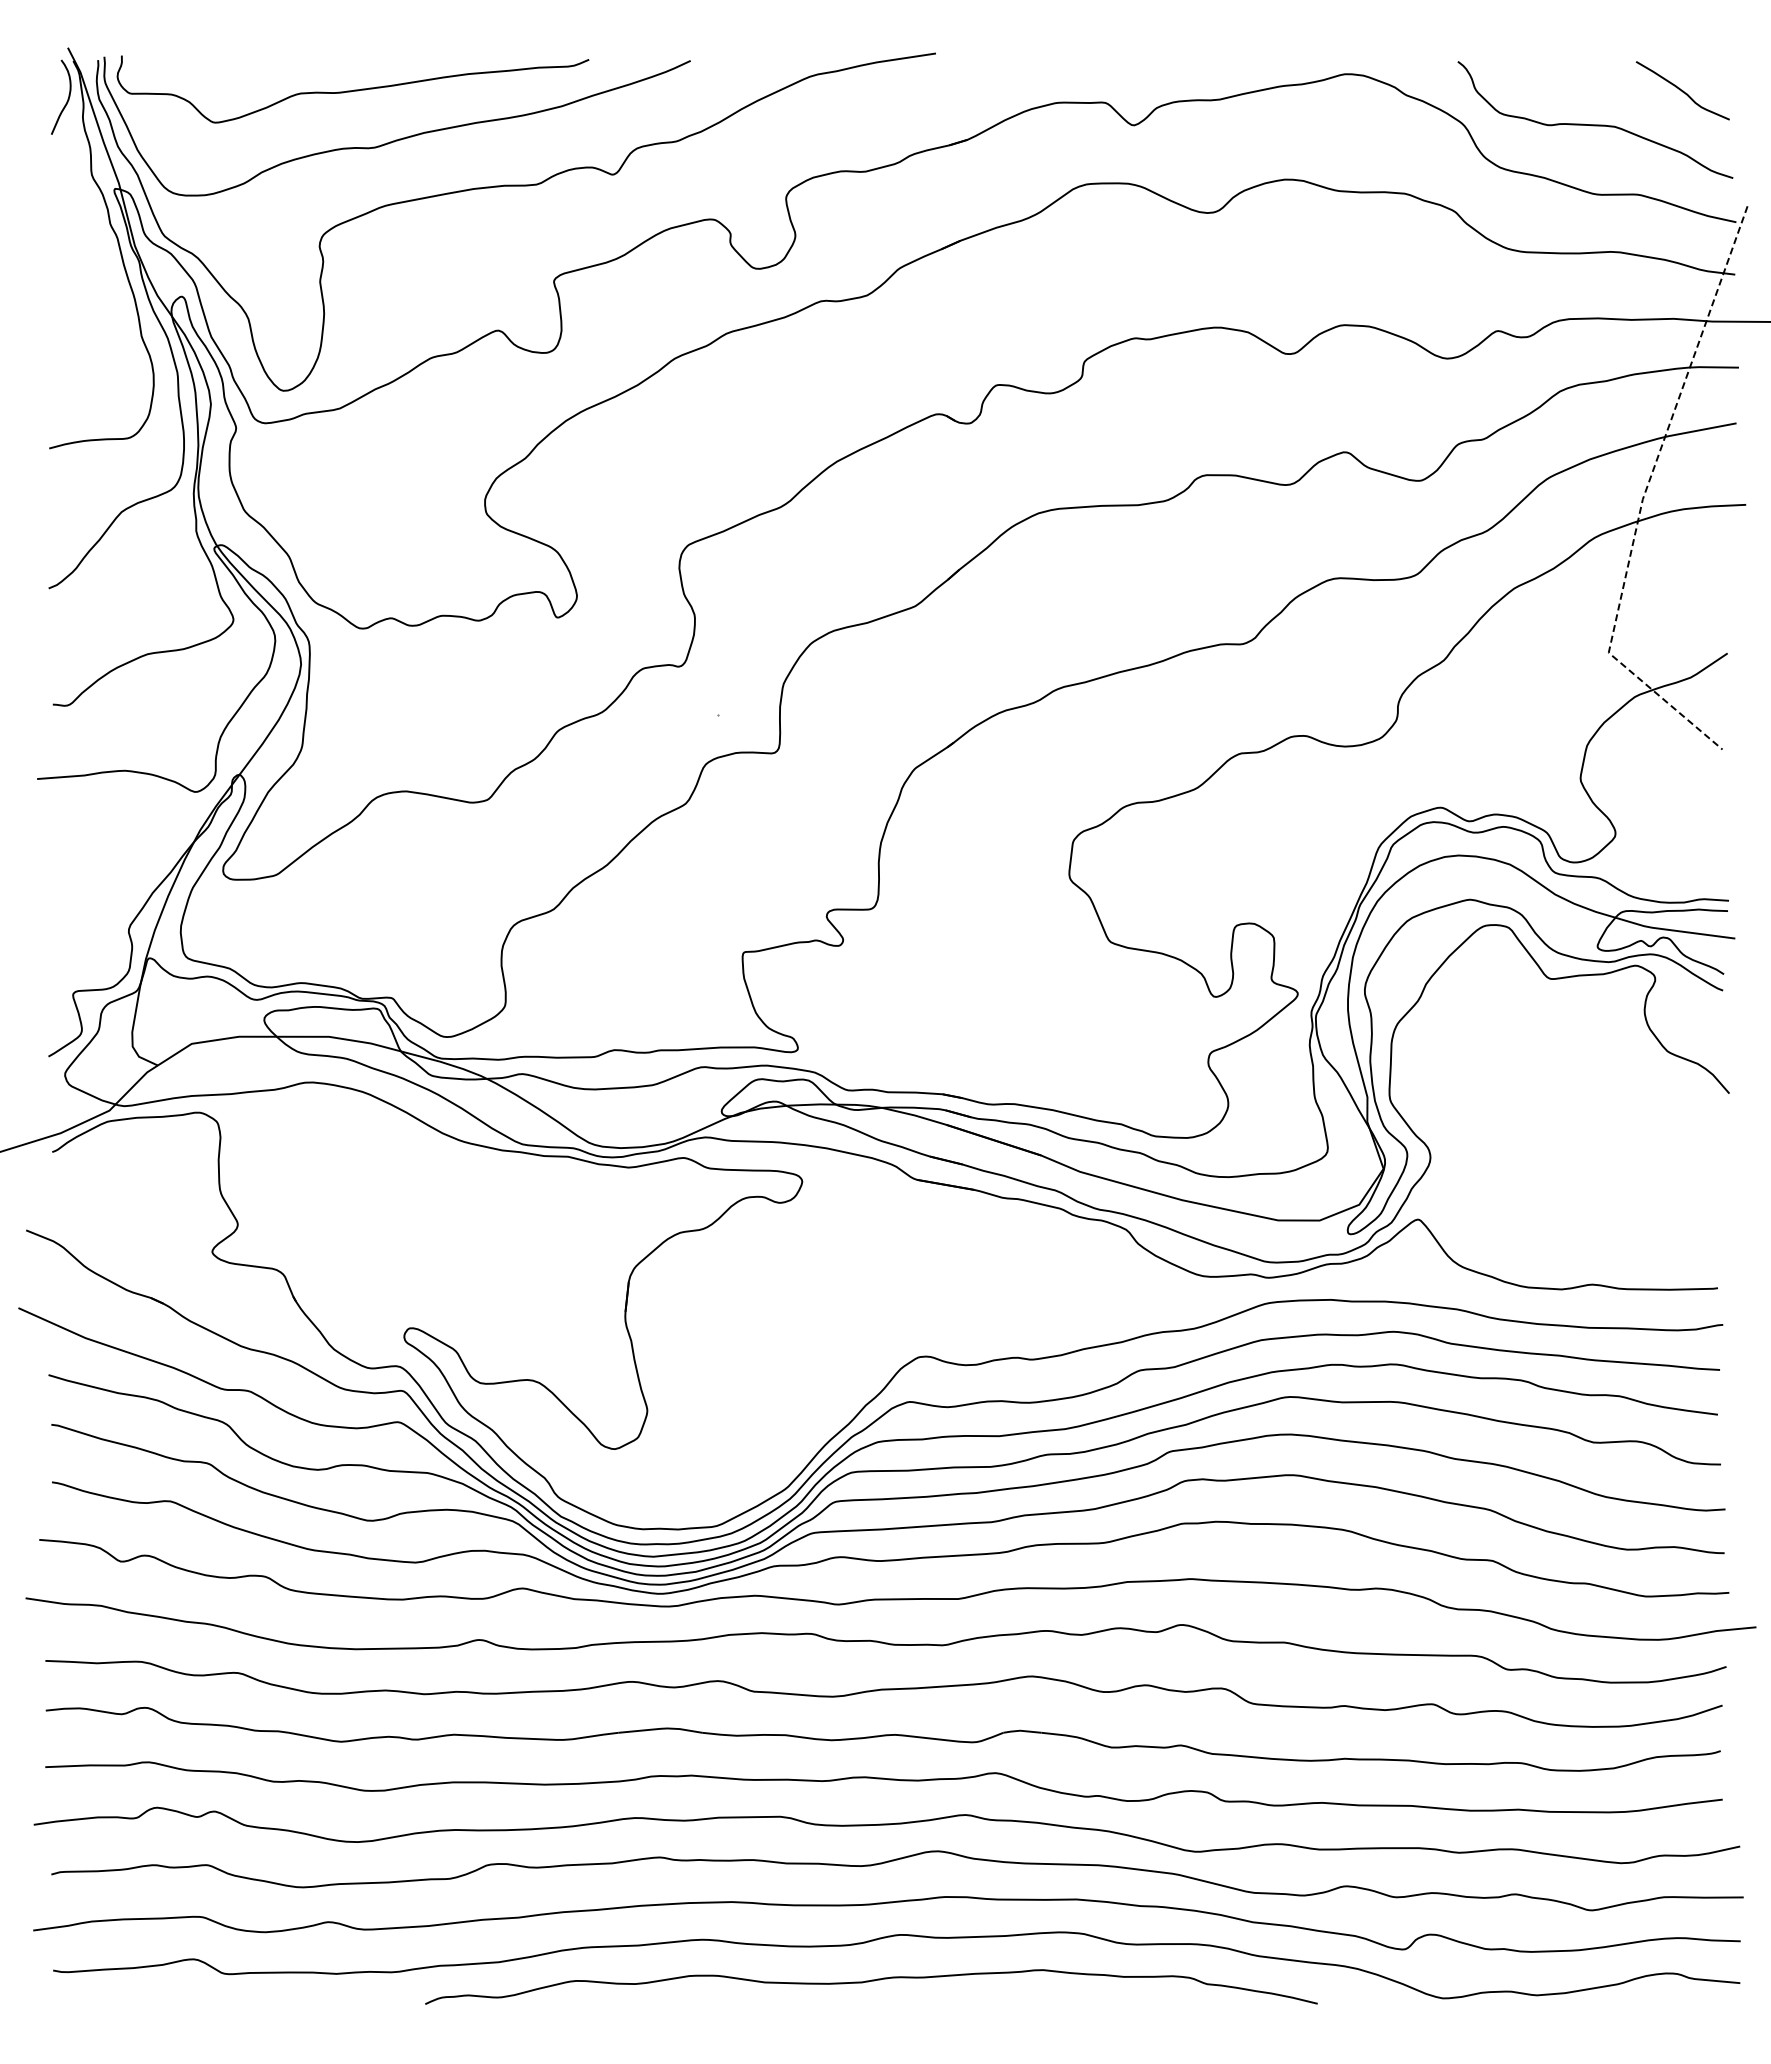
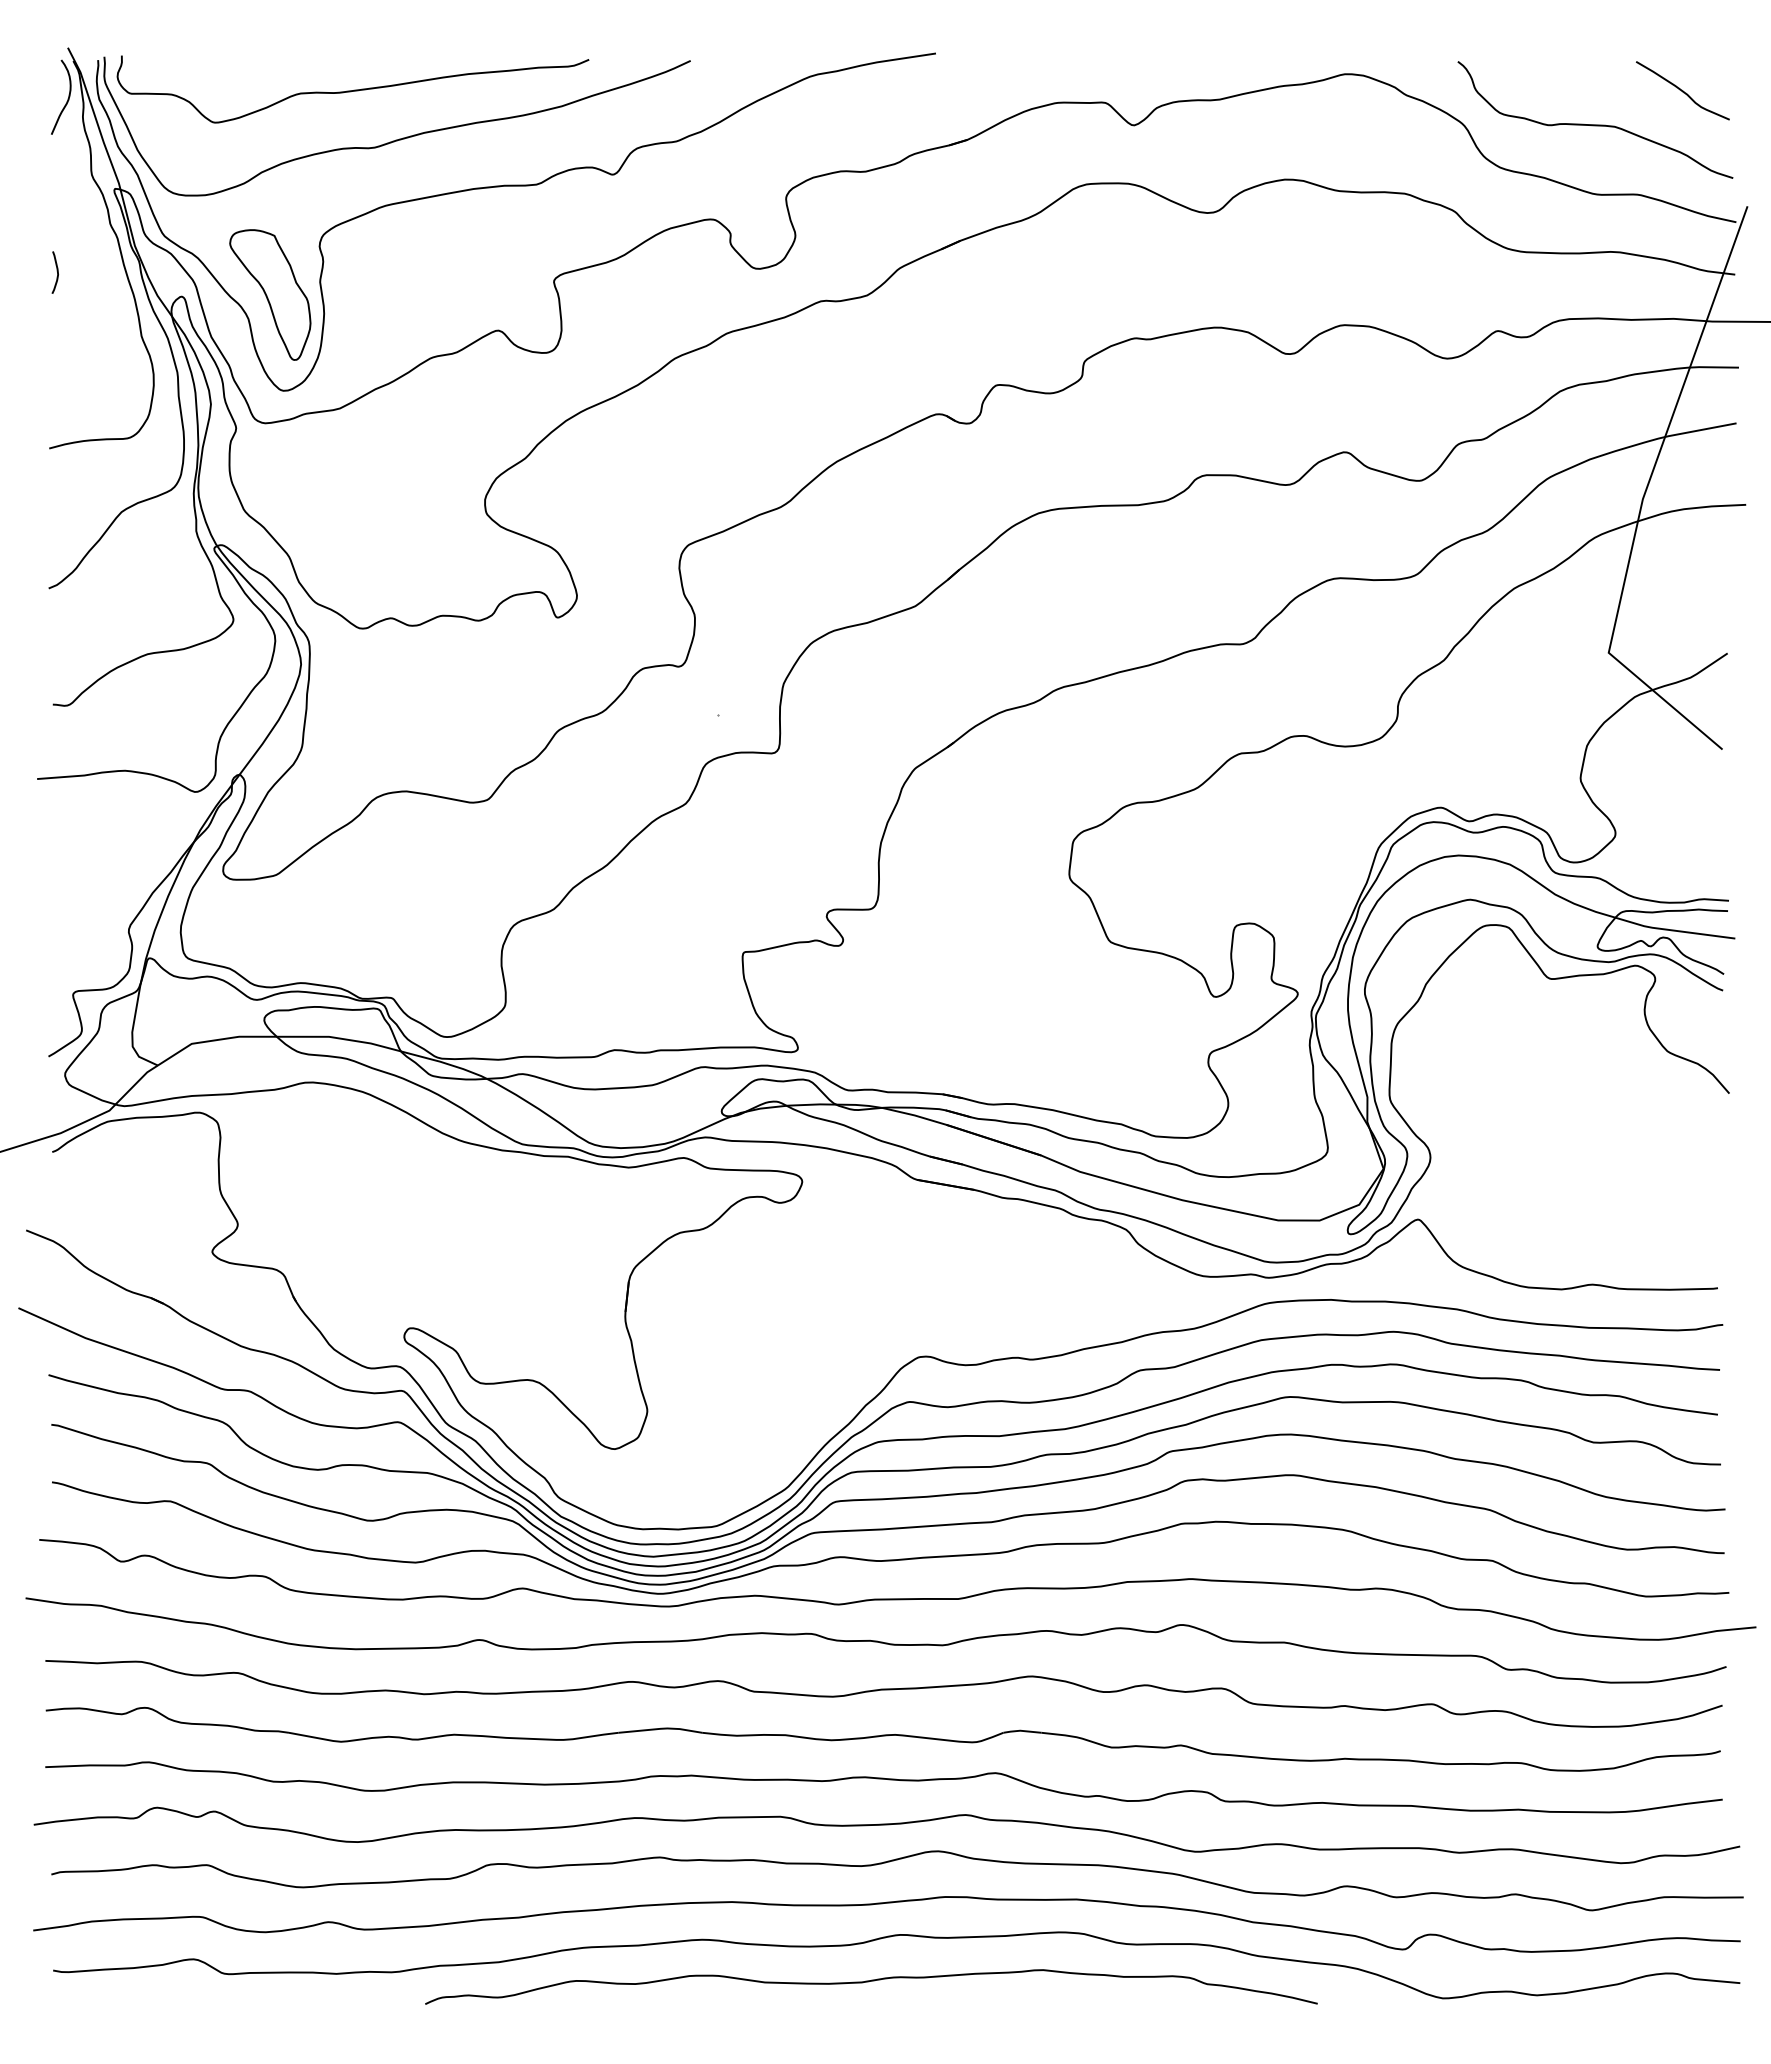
curve at (56, 271): none -> present
part at (270, 294): none -> present
line at (1643, 498): dashed -> solid
